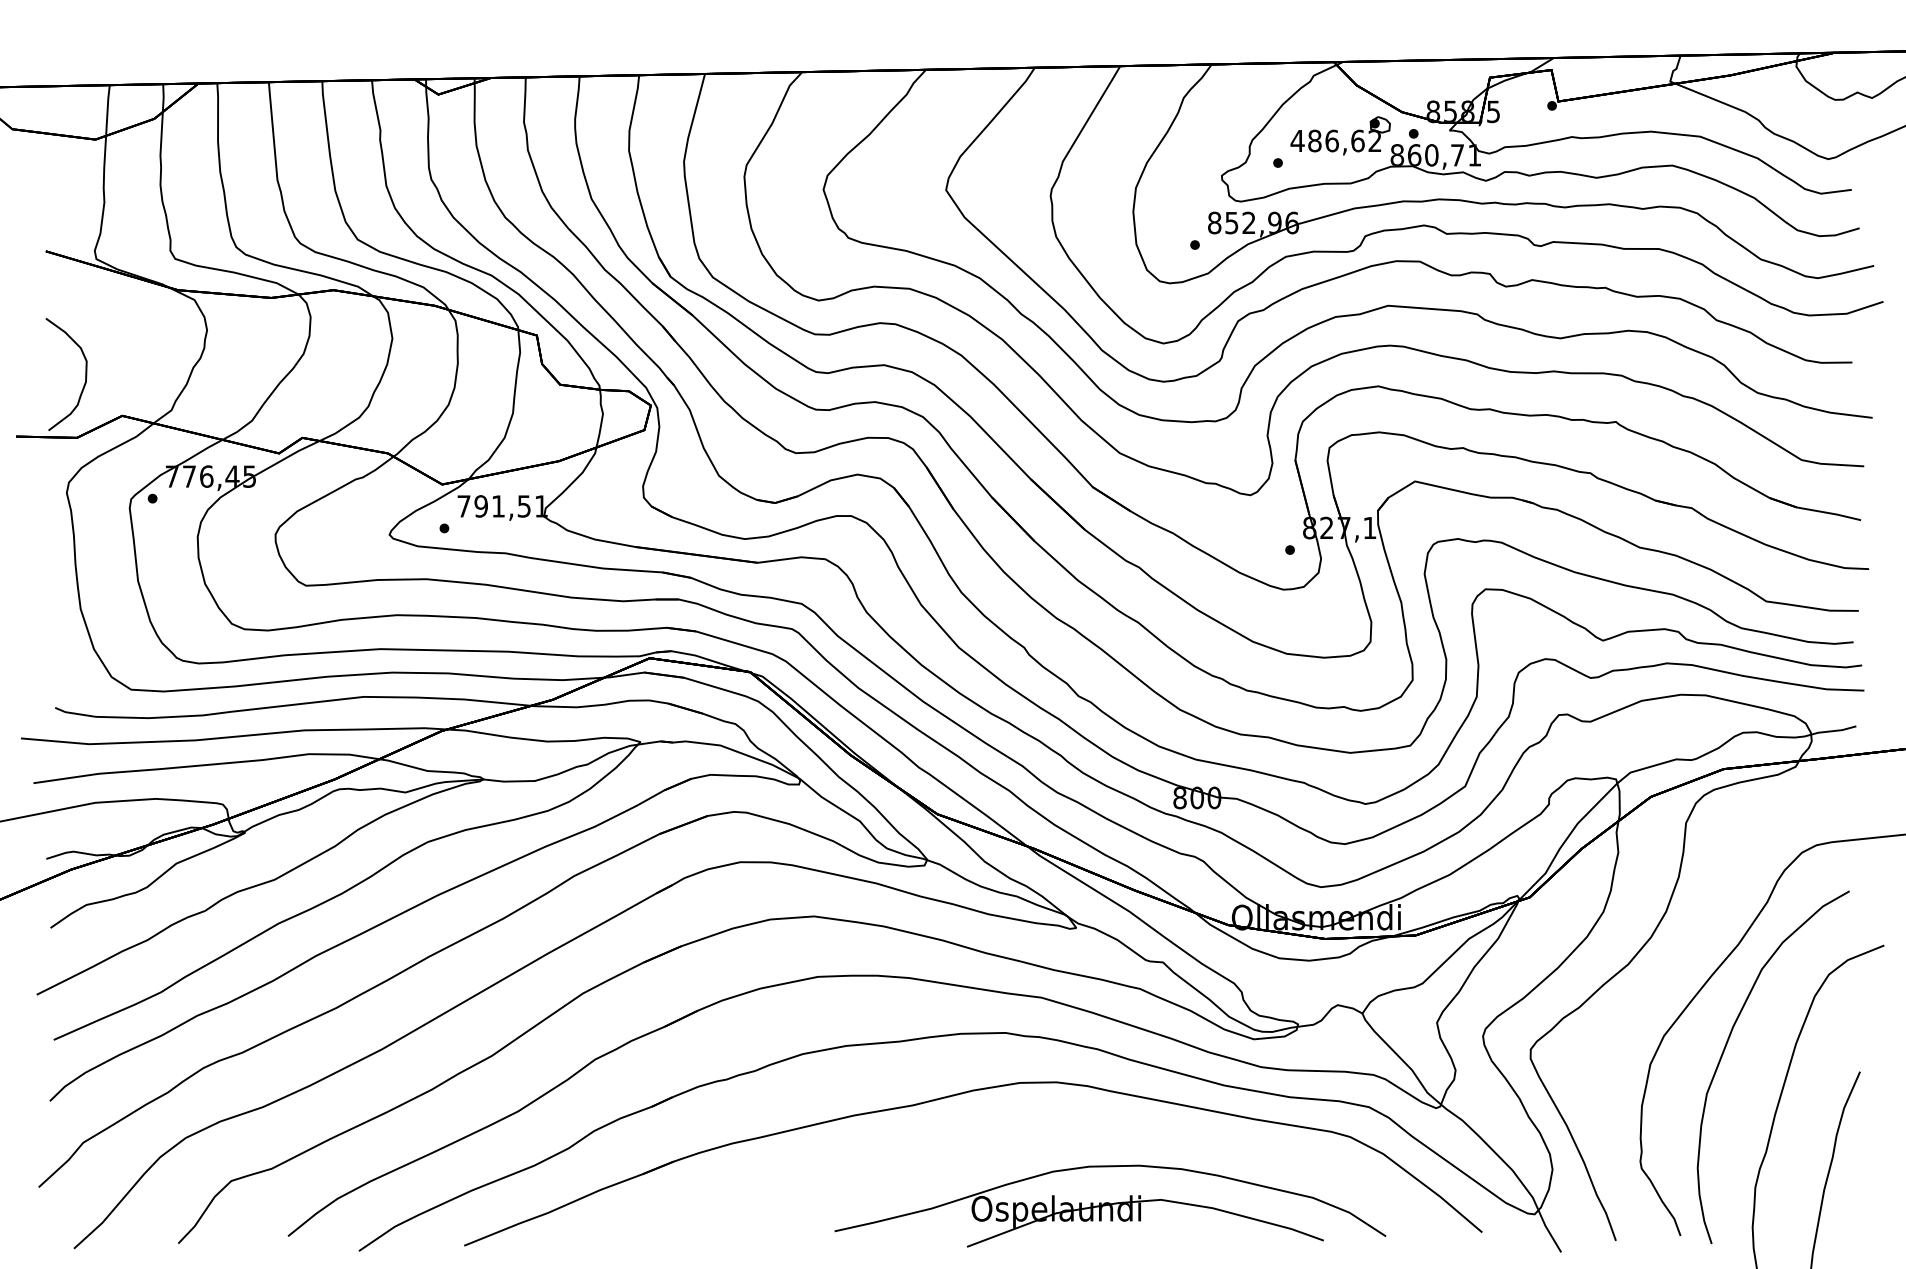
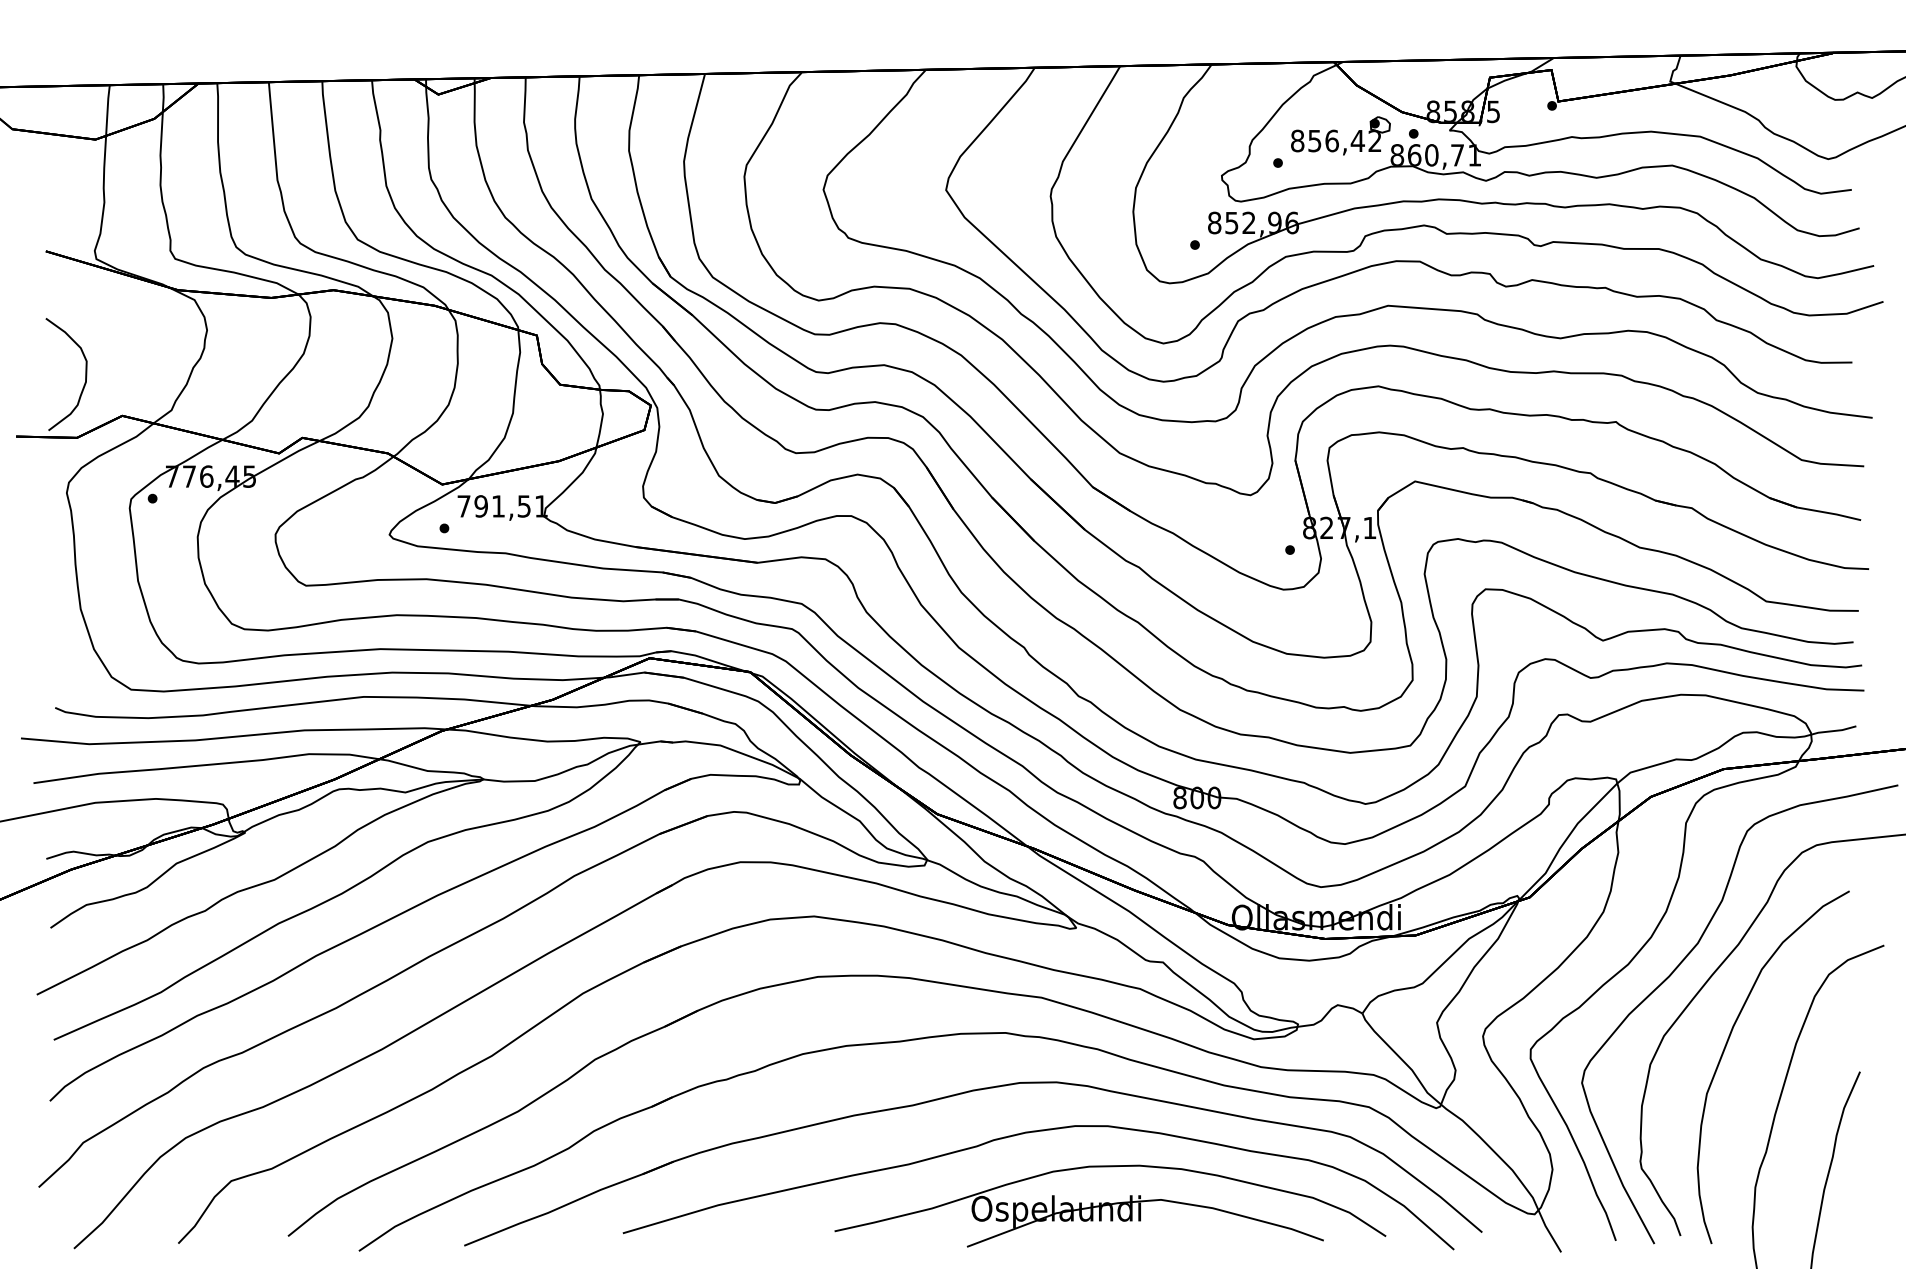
text at (1327, 140): 486,62 -> 856,42
curve at (1679, 966): none -> present
curve at (1028, 1133): none -> present
